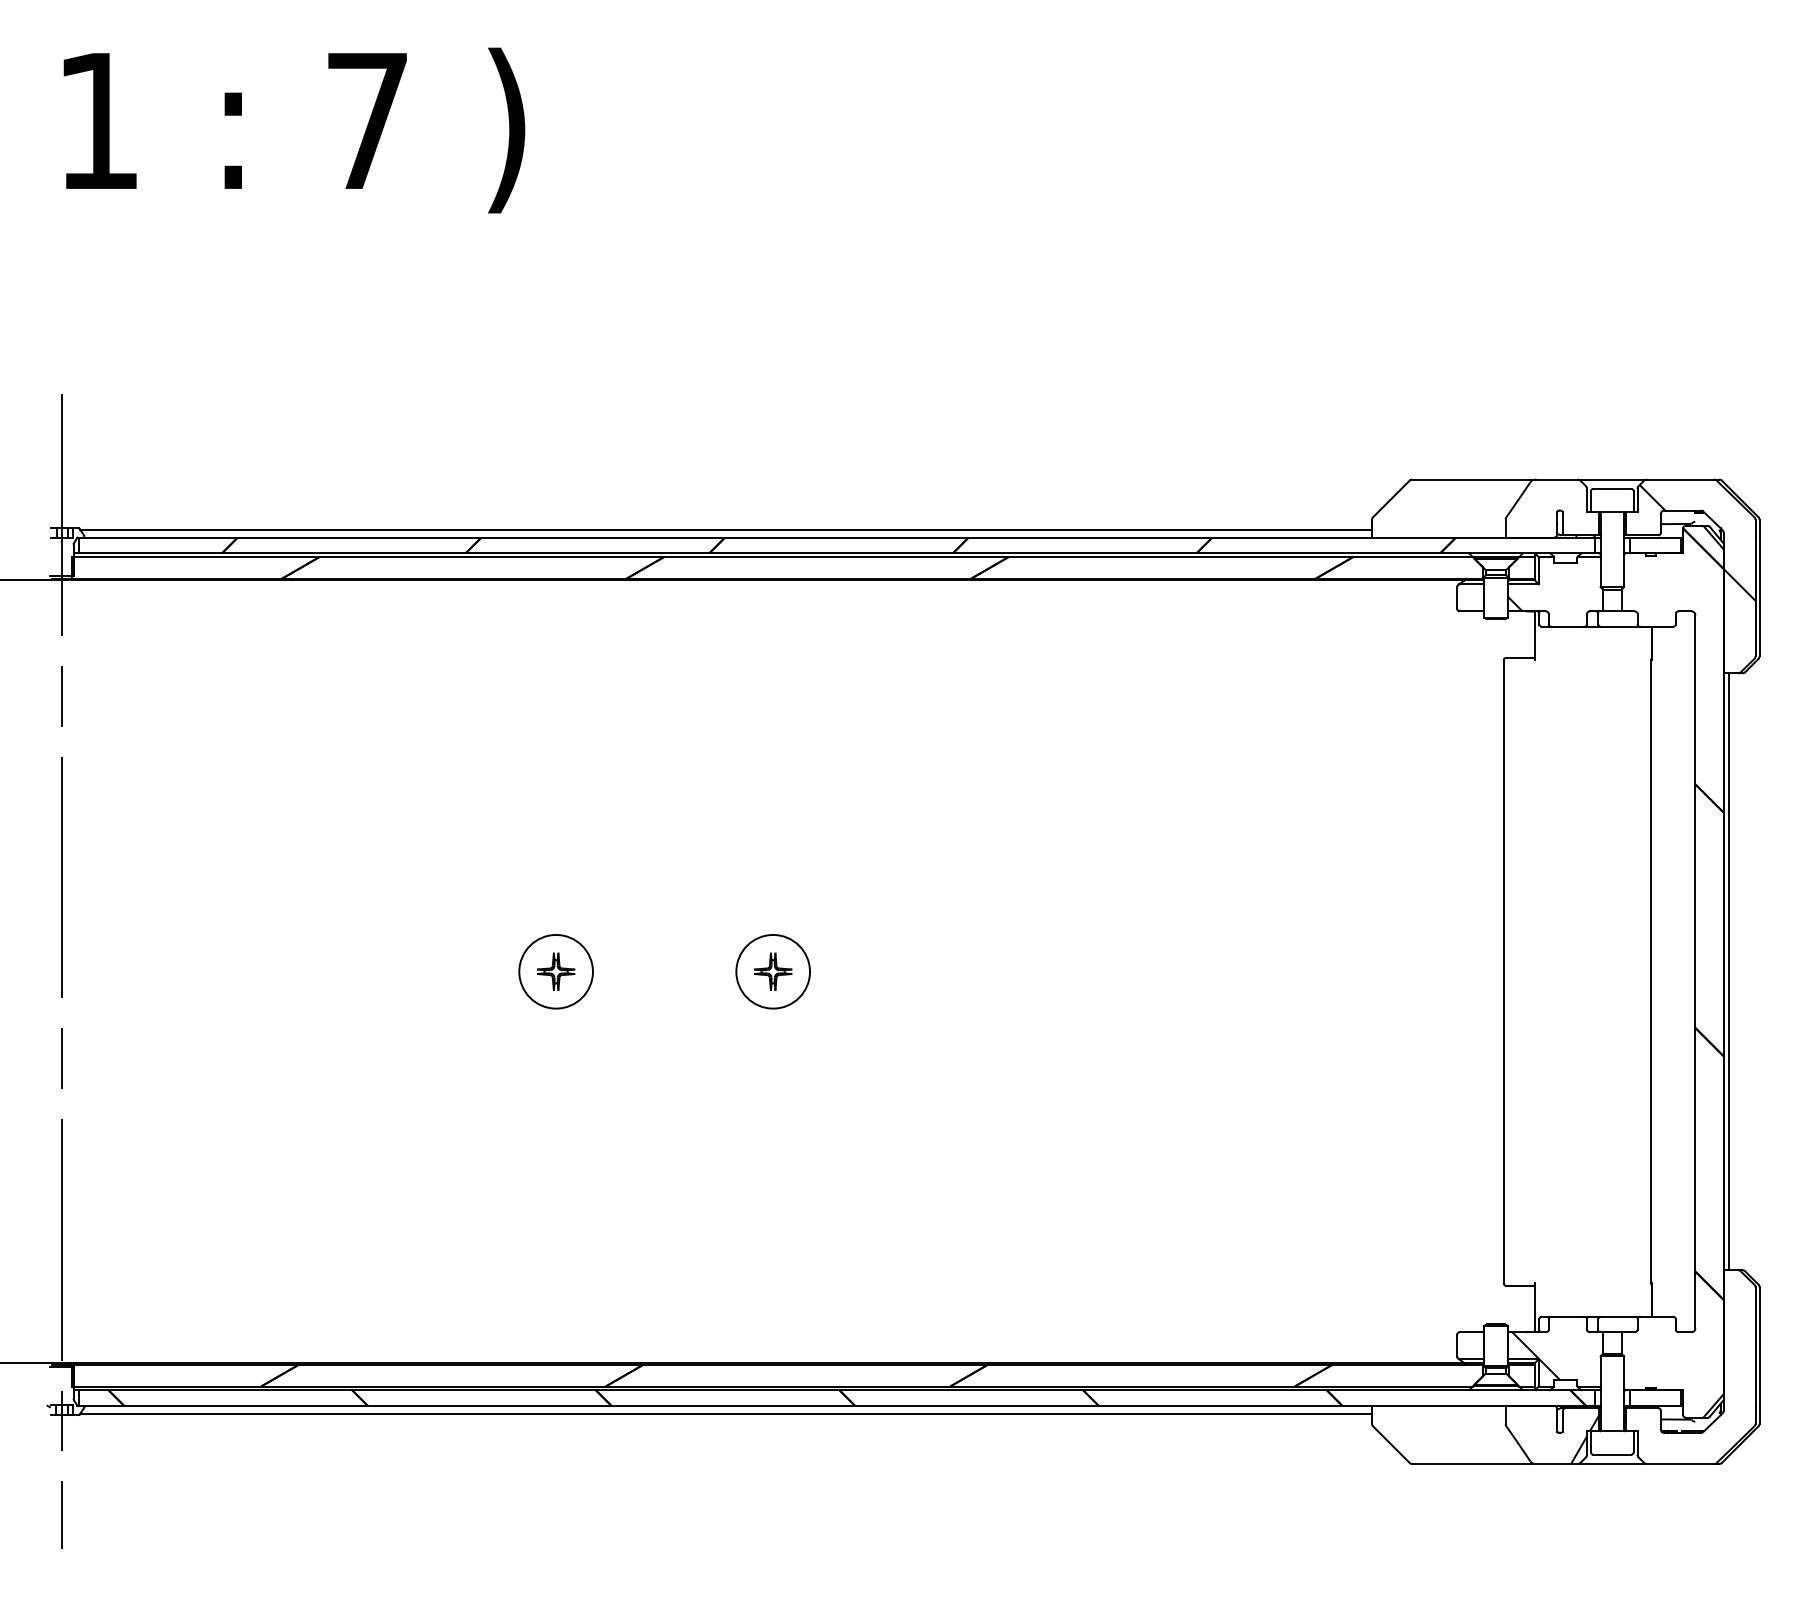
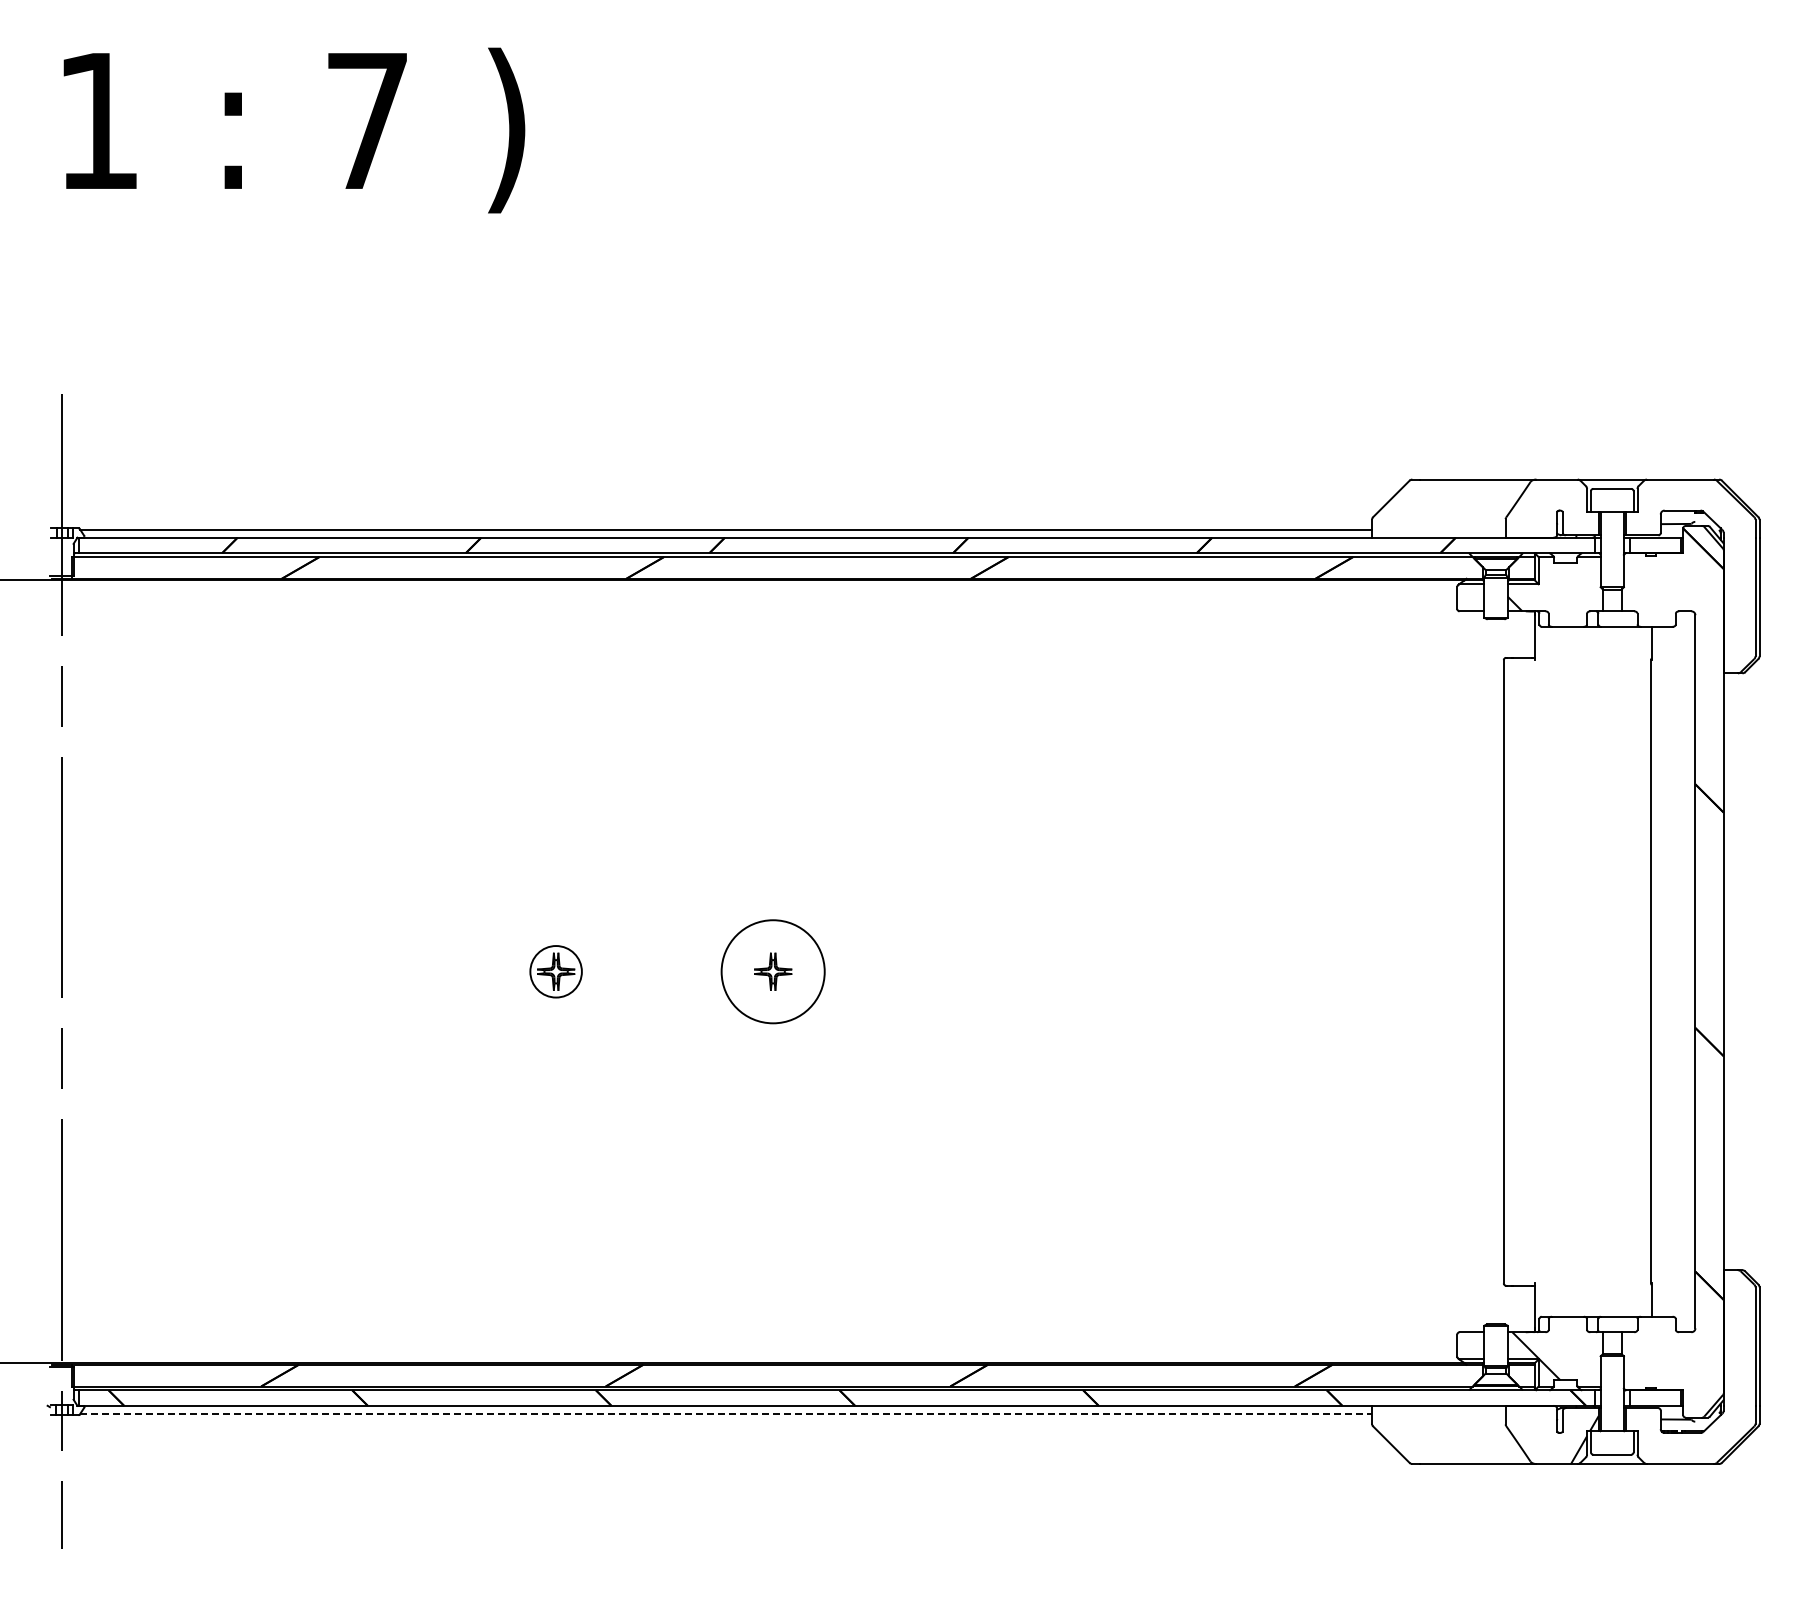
hatch at (1697, 542): present -> none
circle at (555, 971) diameter: 74 px -> 52 px
circle at (773, 971) diameter: 74 px -> 103 px
line at (1728, 971): present -> none
line at (726, 1413): solid -> dashed
